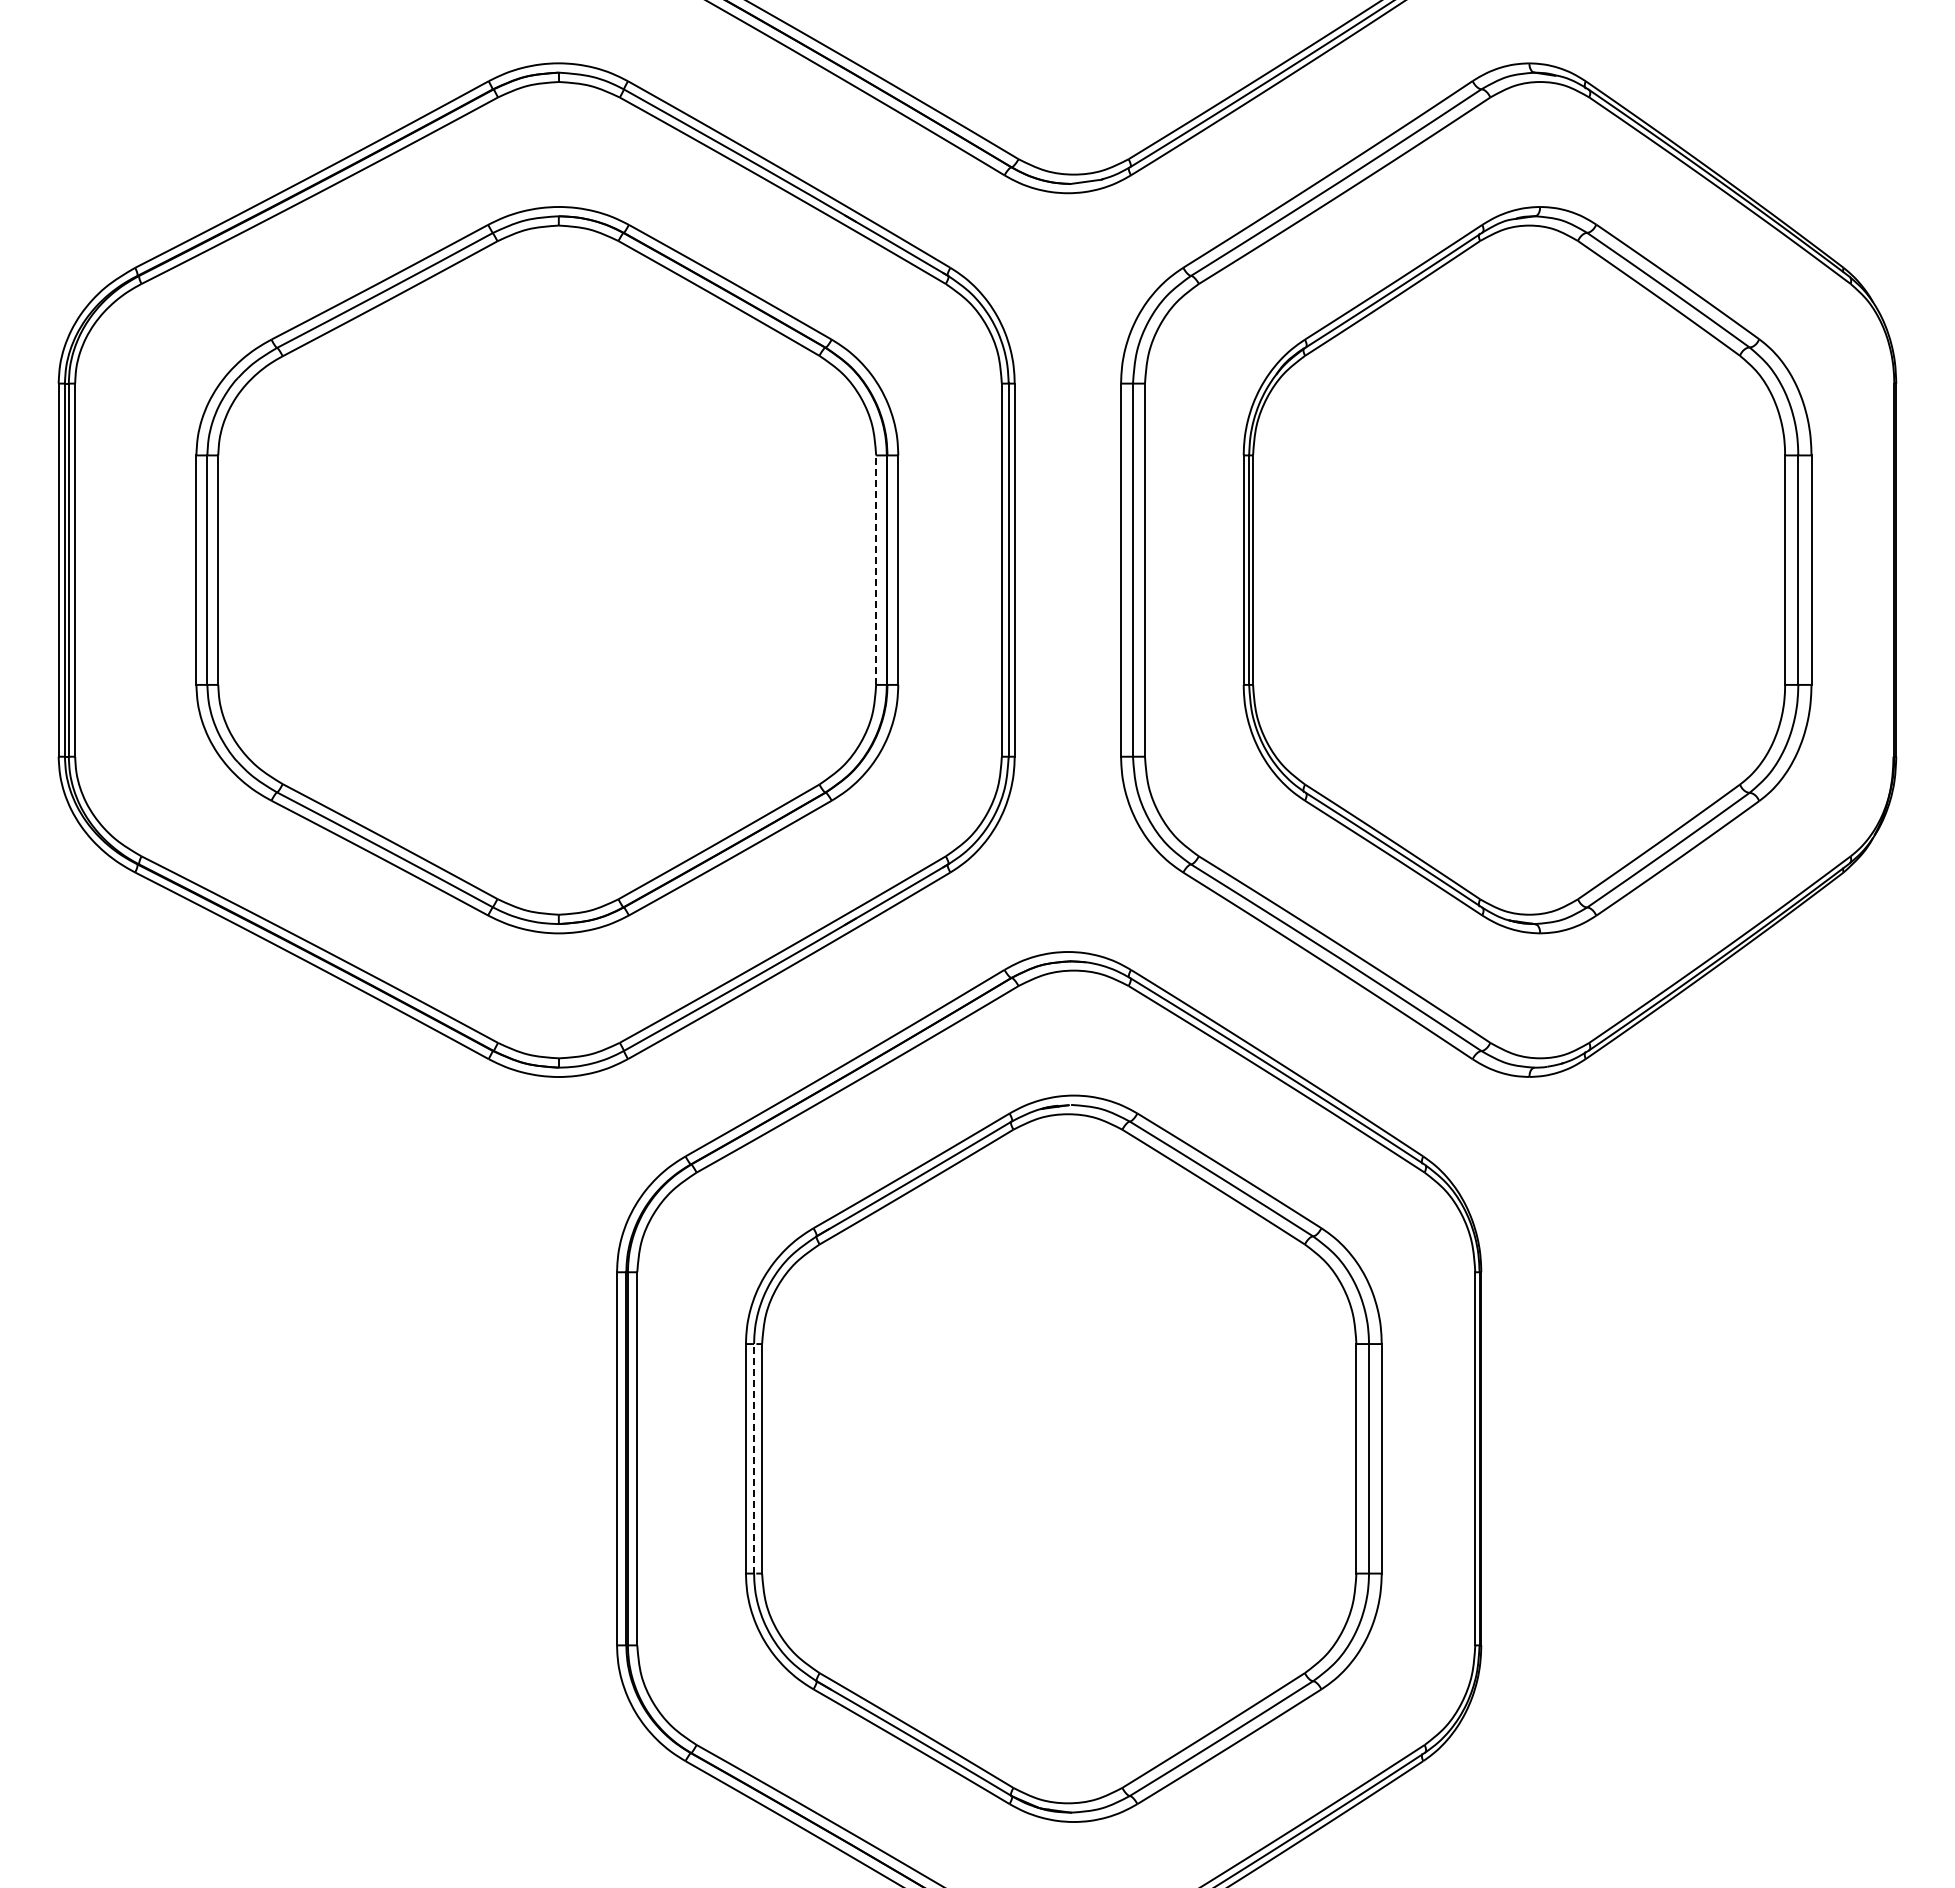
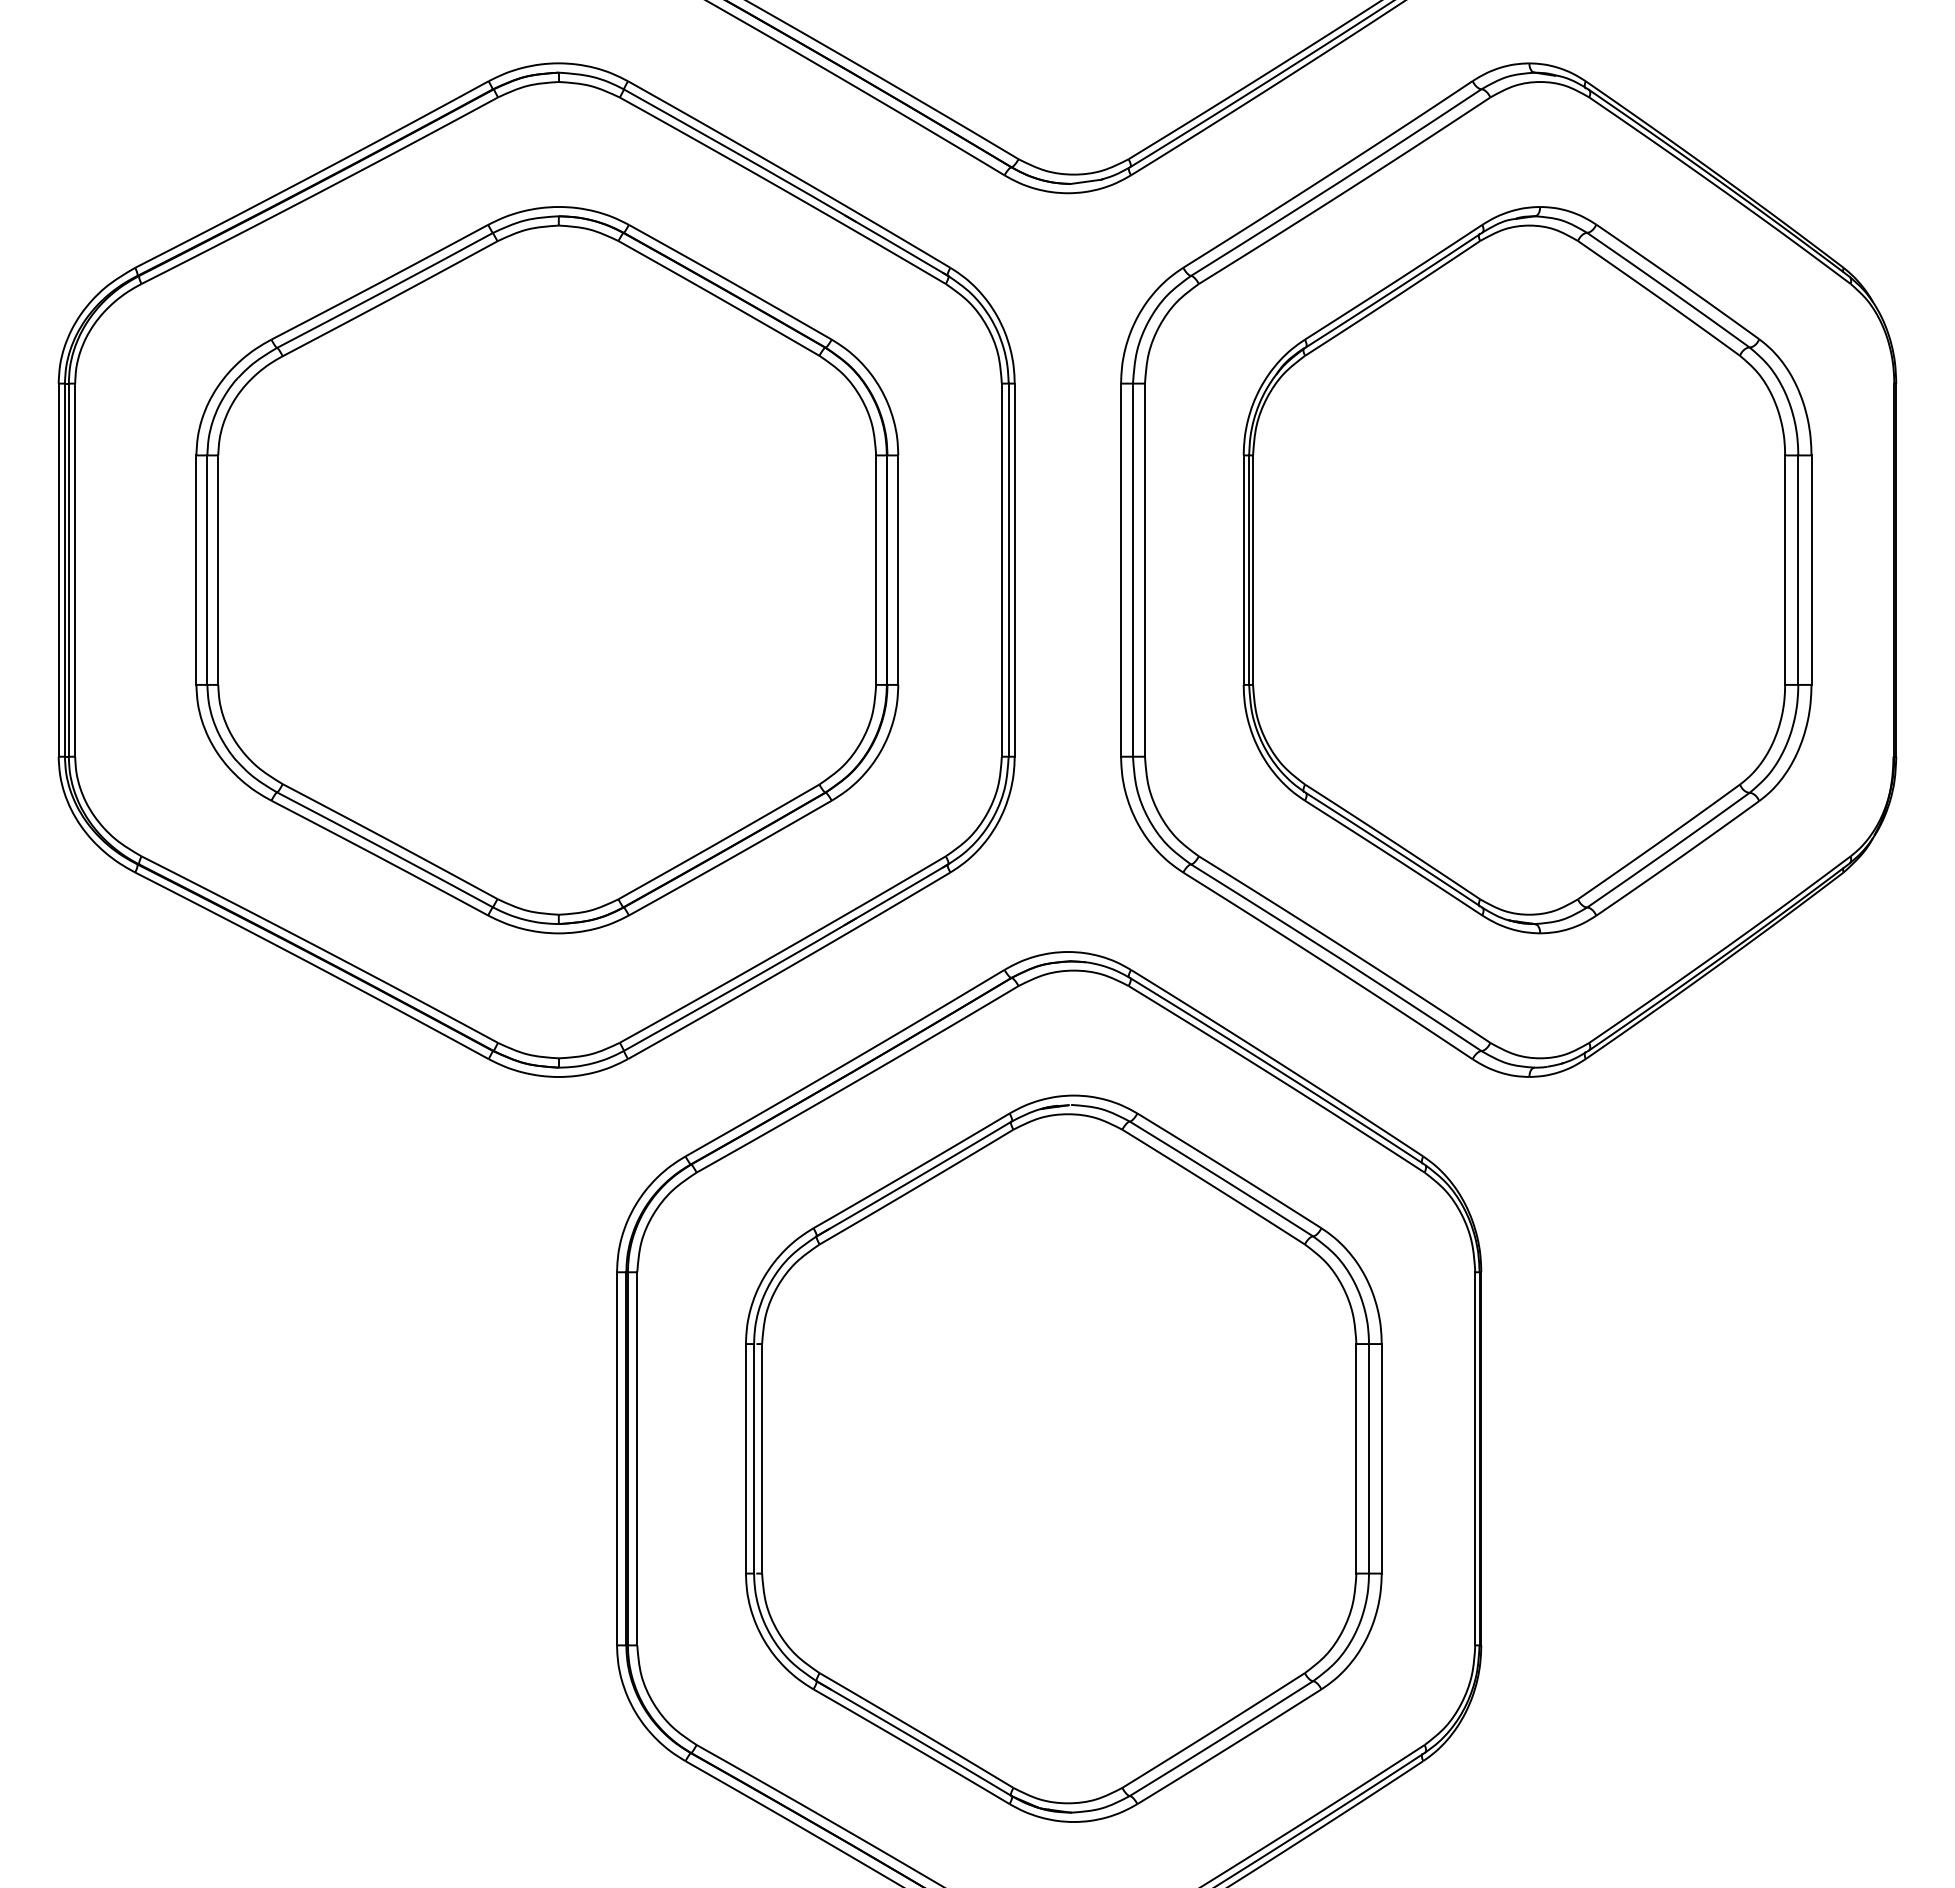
line at (876, 570): dashed -> solid
line at (754, 1458): dashed -> solid
